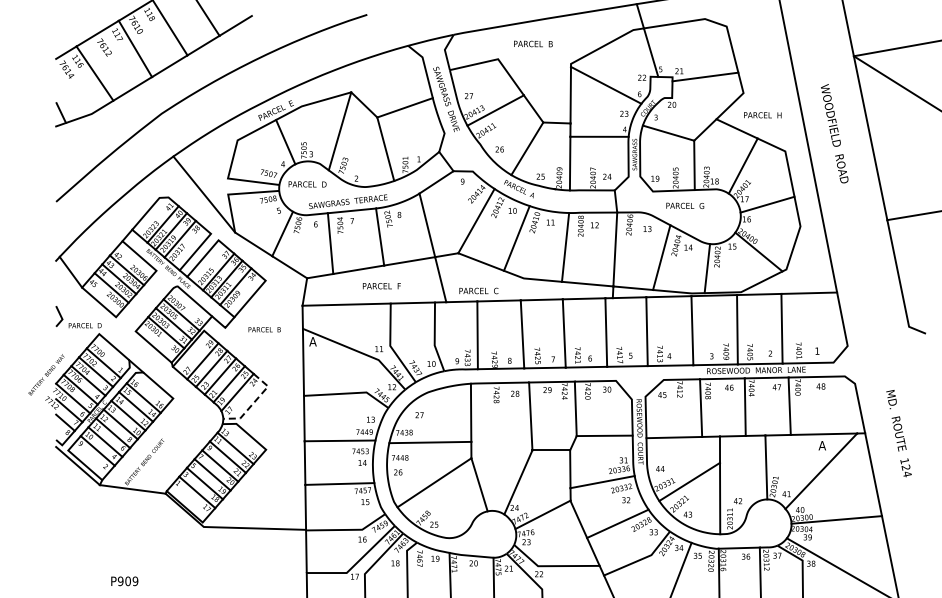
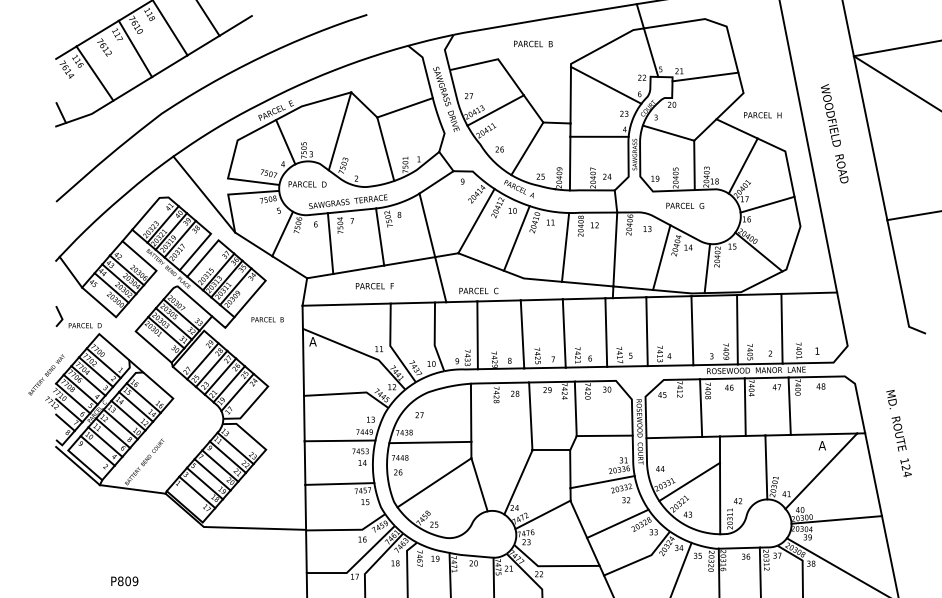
text at (381, 286) position: (381, 286) -> (374, 286)
text at (264, 329) position: (264, 329) -> (267, 319)
line at (254, 402): dashed -> solid
text at (120, 581): P909 -> P809
